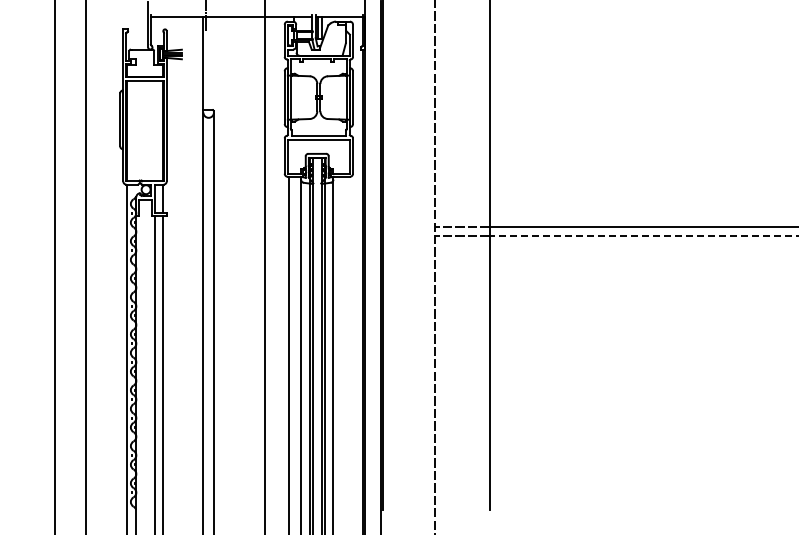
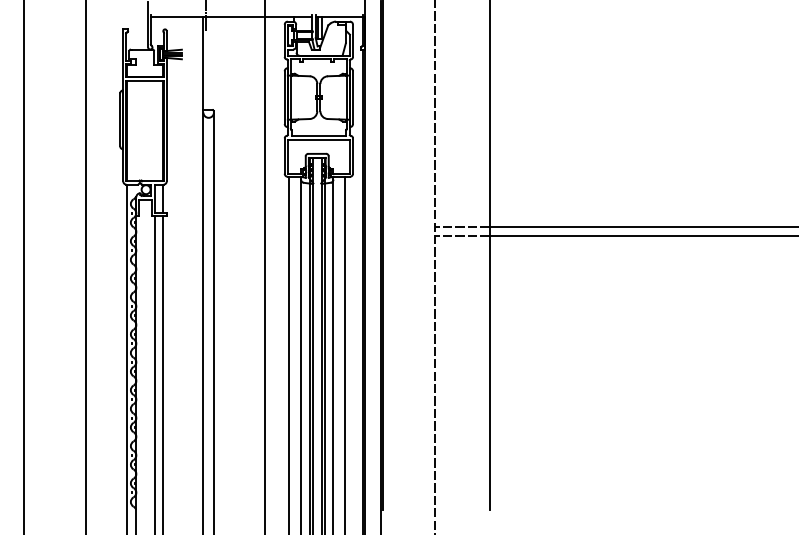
line at (643, 235): dashed -> solid
line at (54, 266) position: (54, 266) -> (23, 266)
line at (345, 353): none -> present
